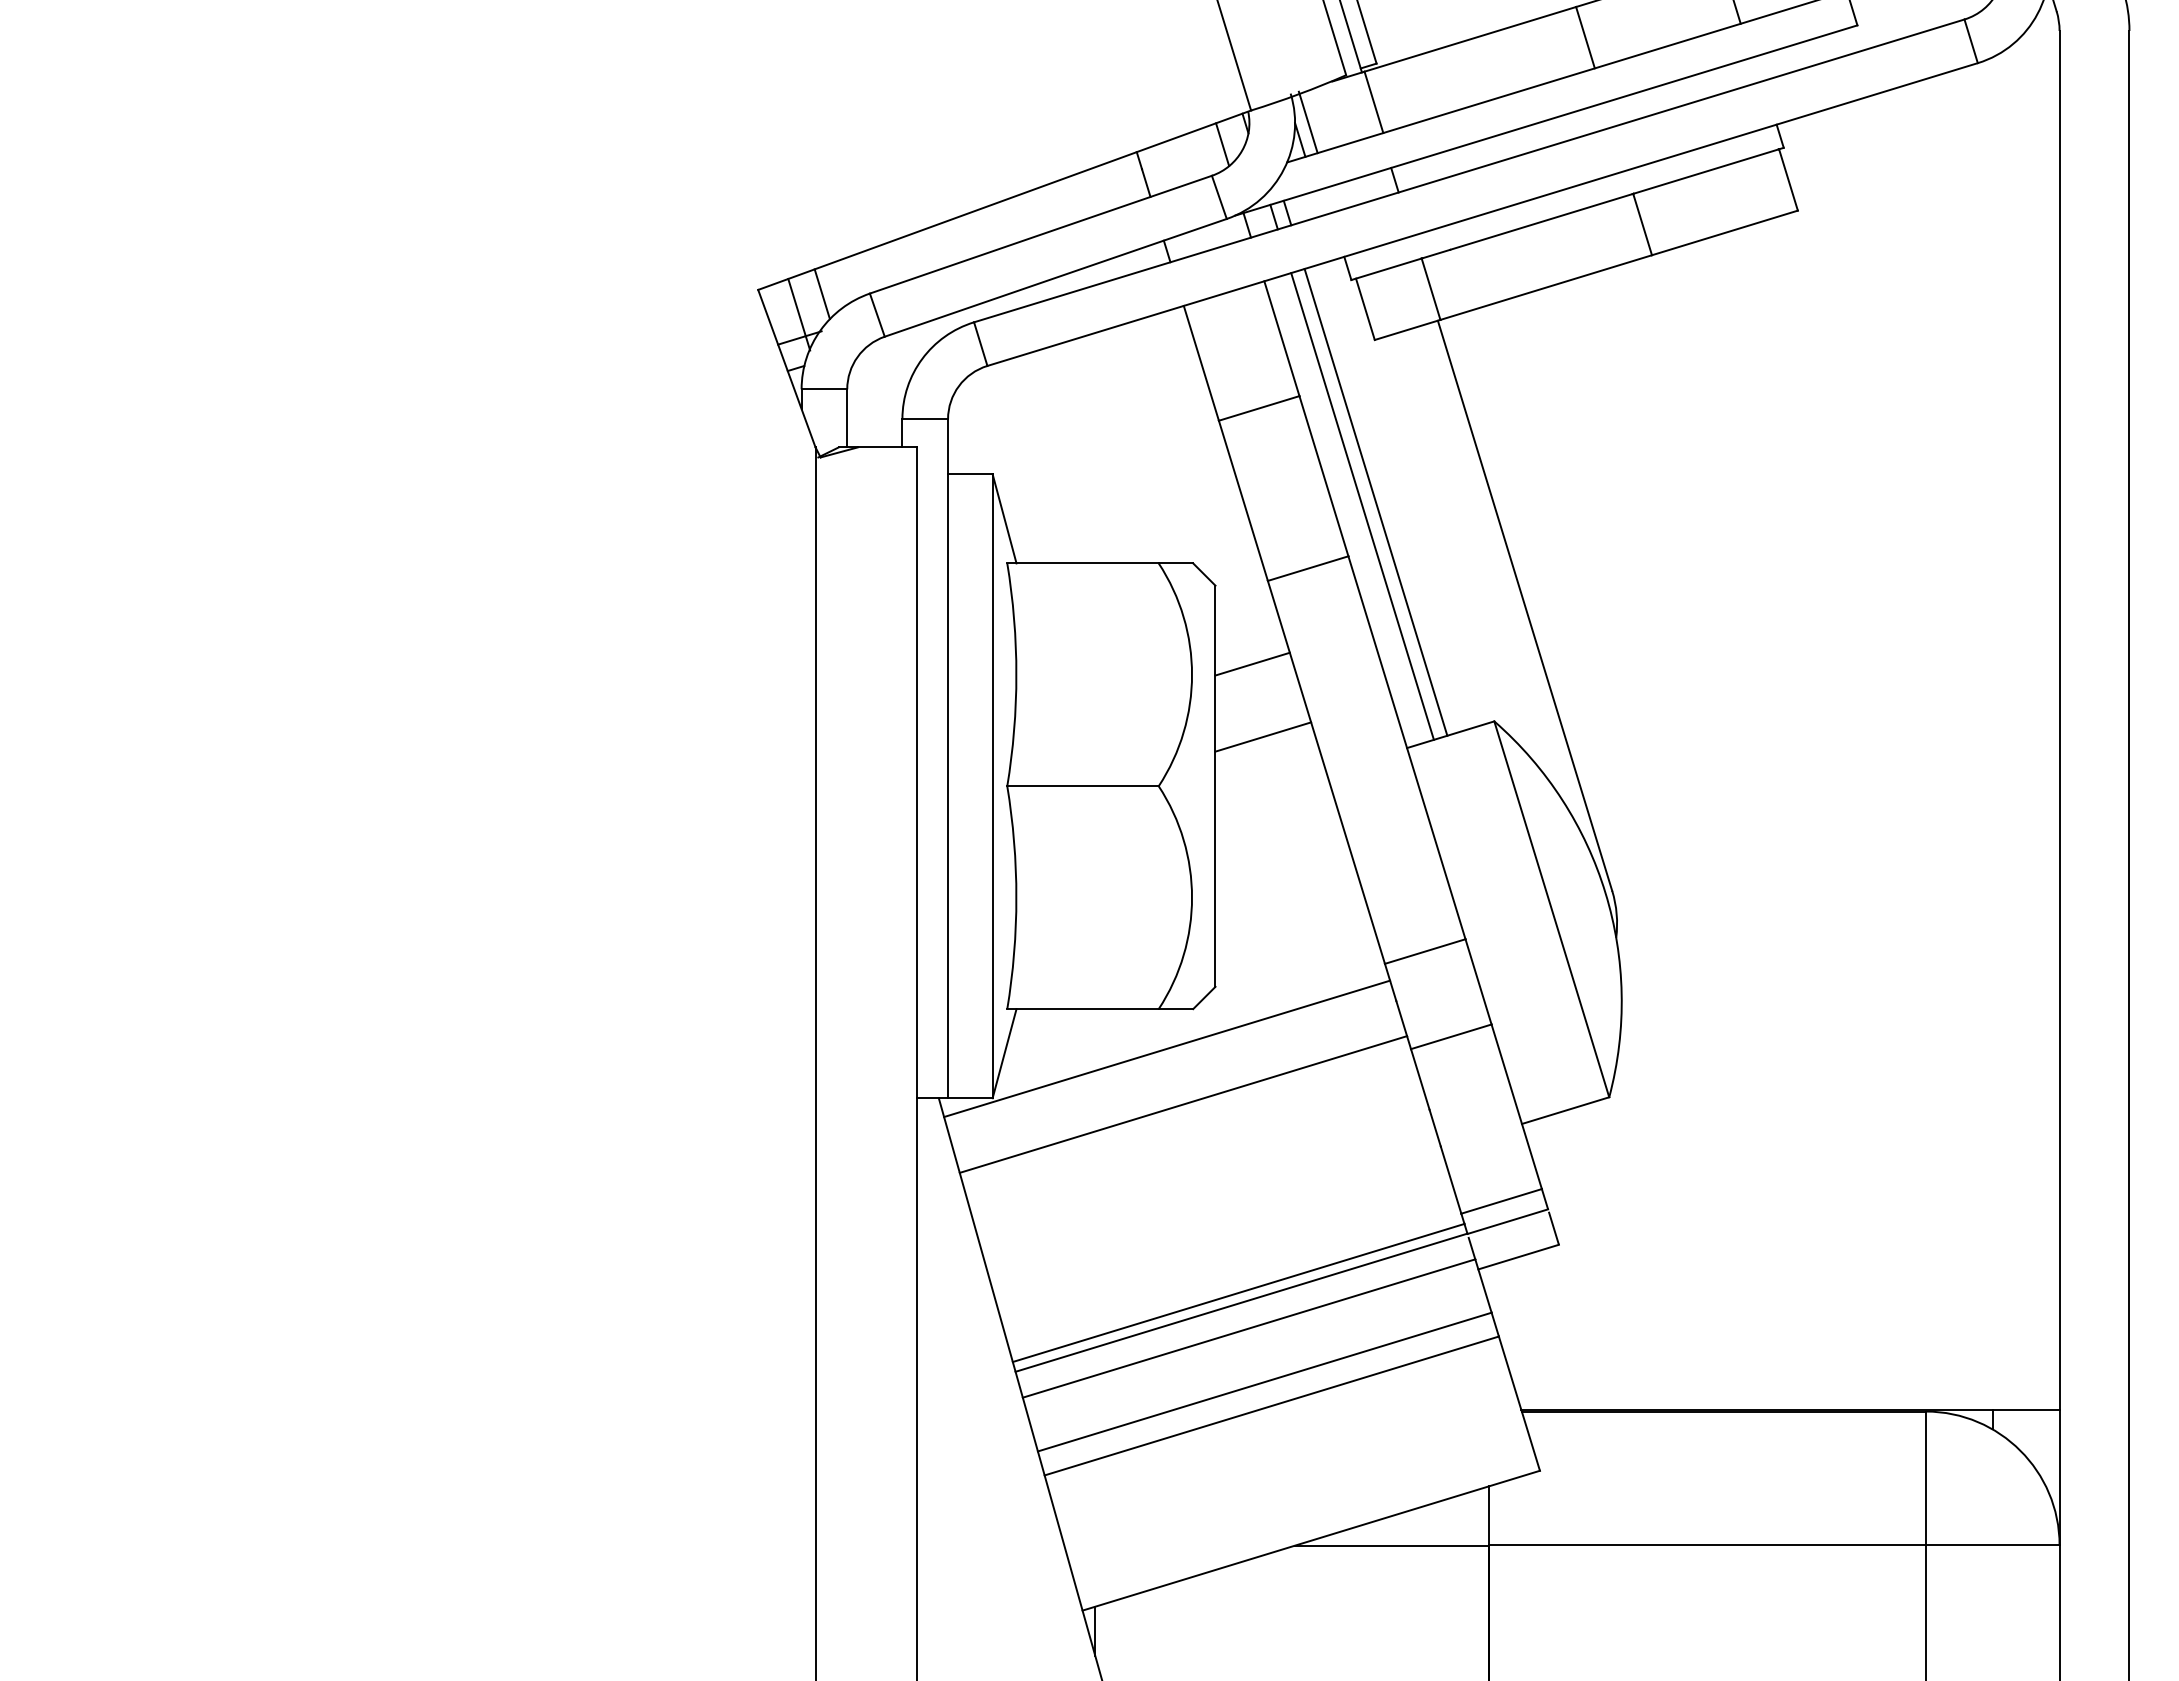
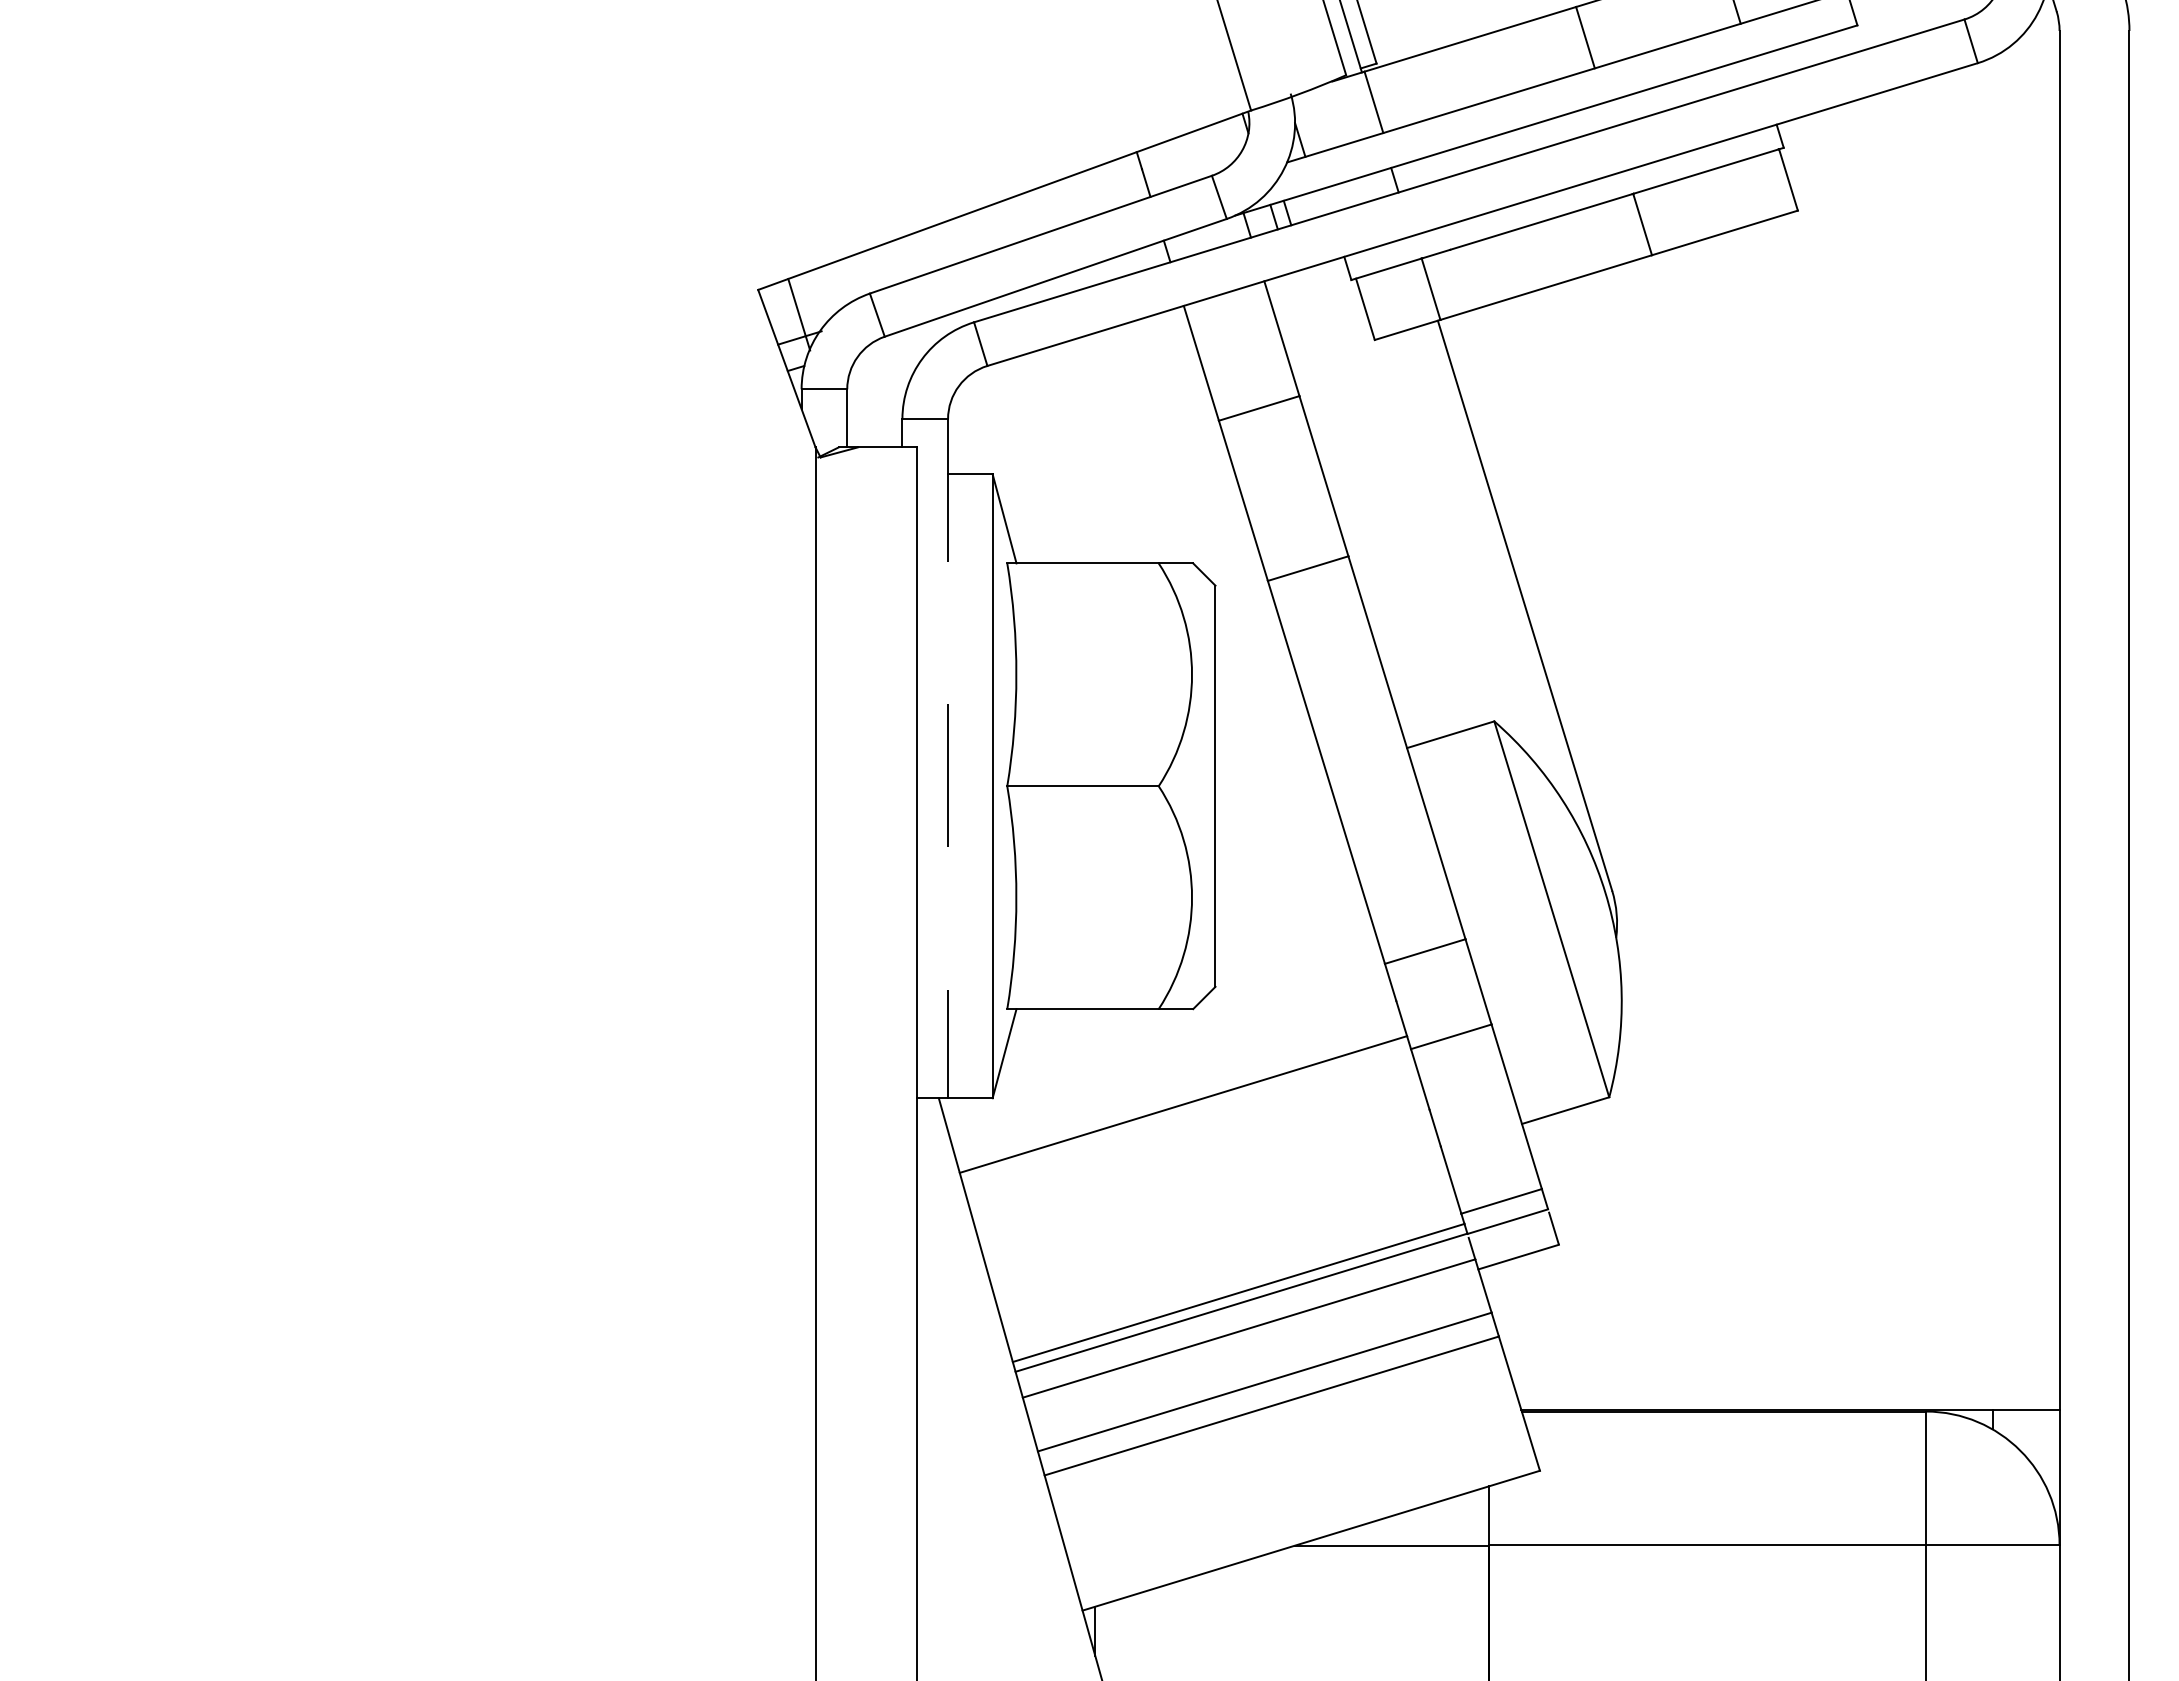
line at (1307, 122): present -> none
line at (1222, 144): present -> none
line at (821, 294): present -> none
line at (1375, 501): present -> none
line at (1362, 506): present -> none
line at (1252, 663): present -> none
line at (1263, 736): present -> none
line at (948, 758): solid -> dashed
line at (1167, 1048): present -> none
